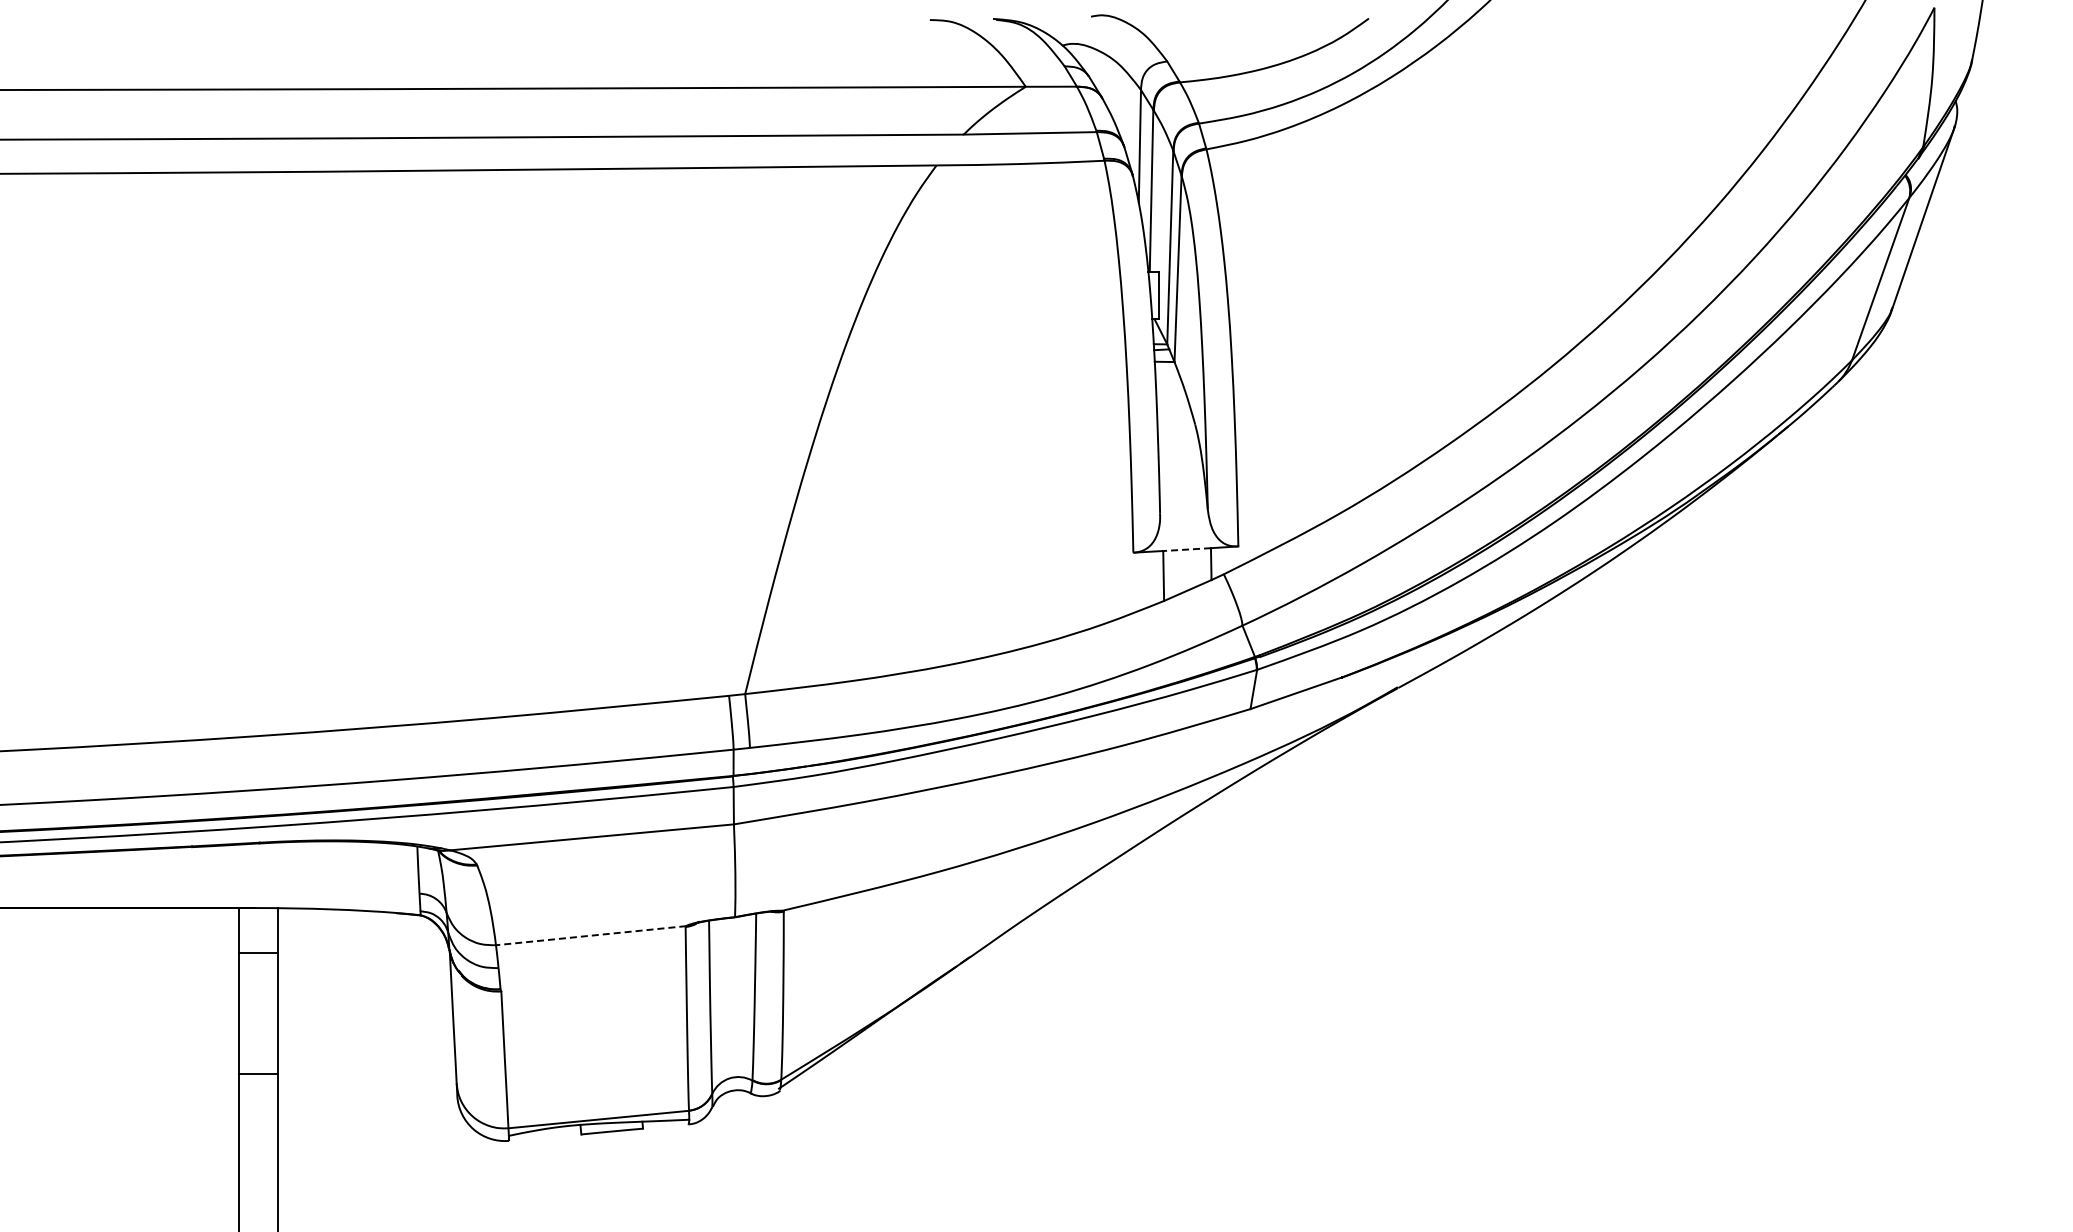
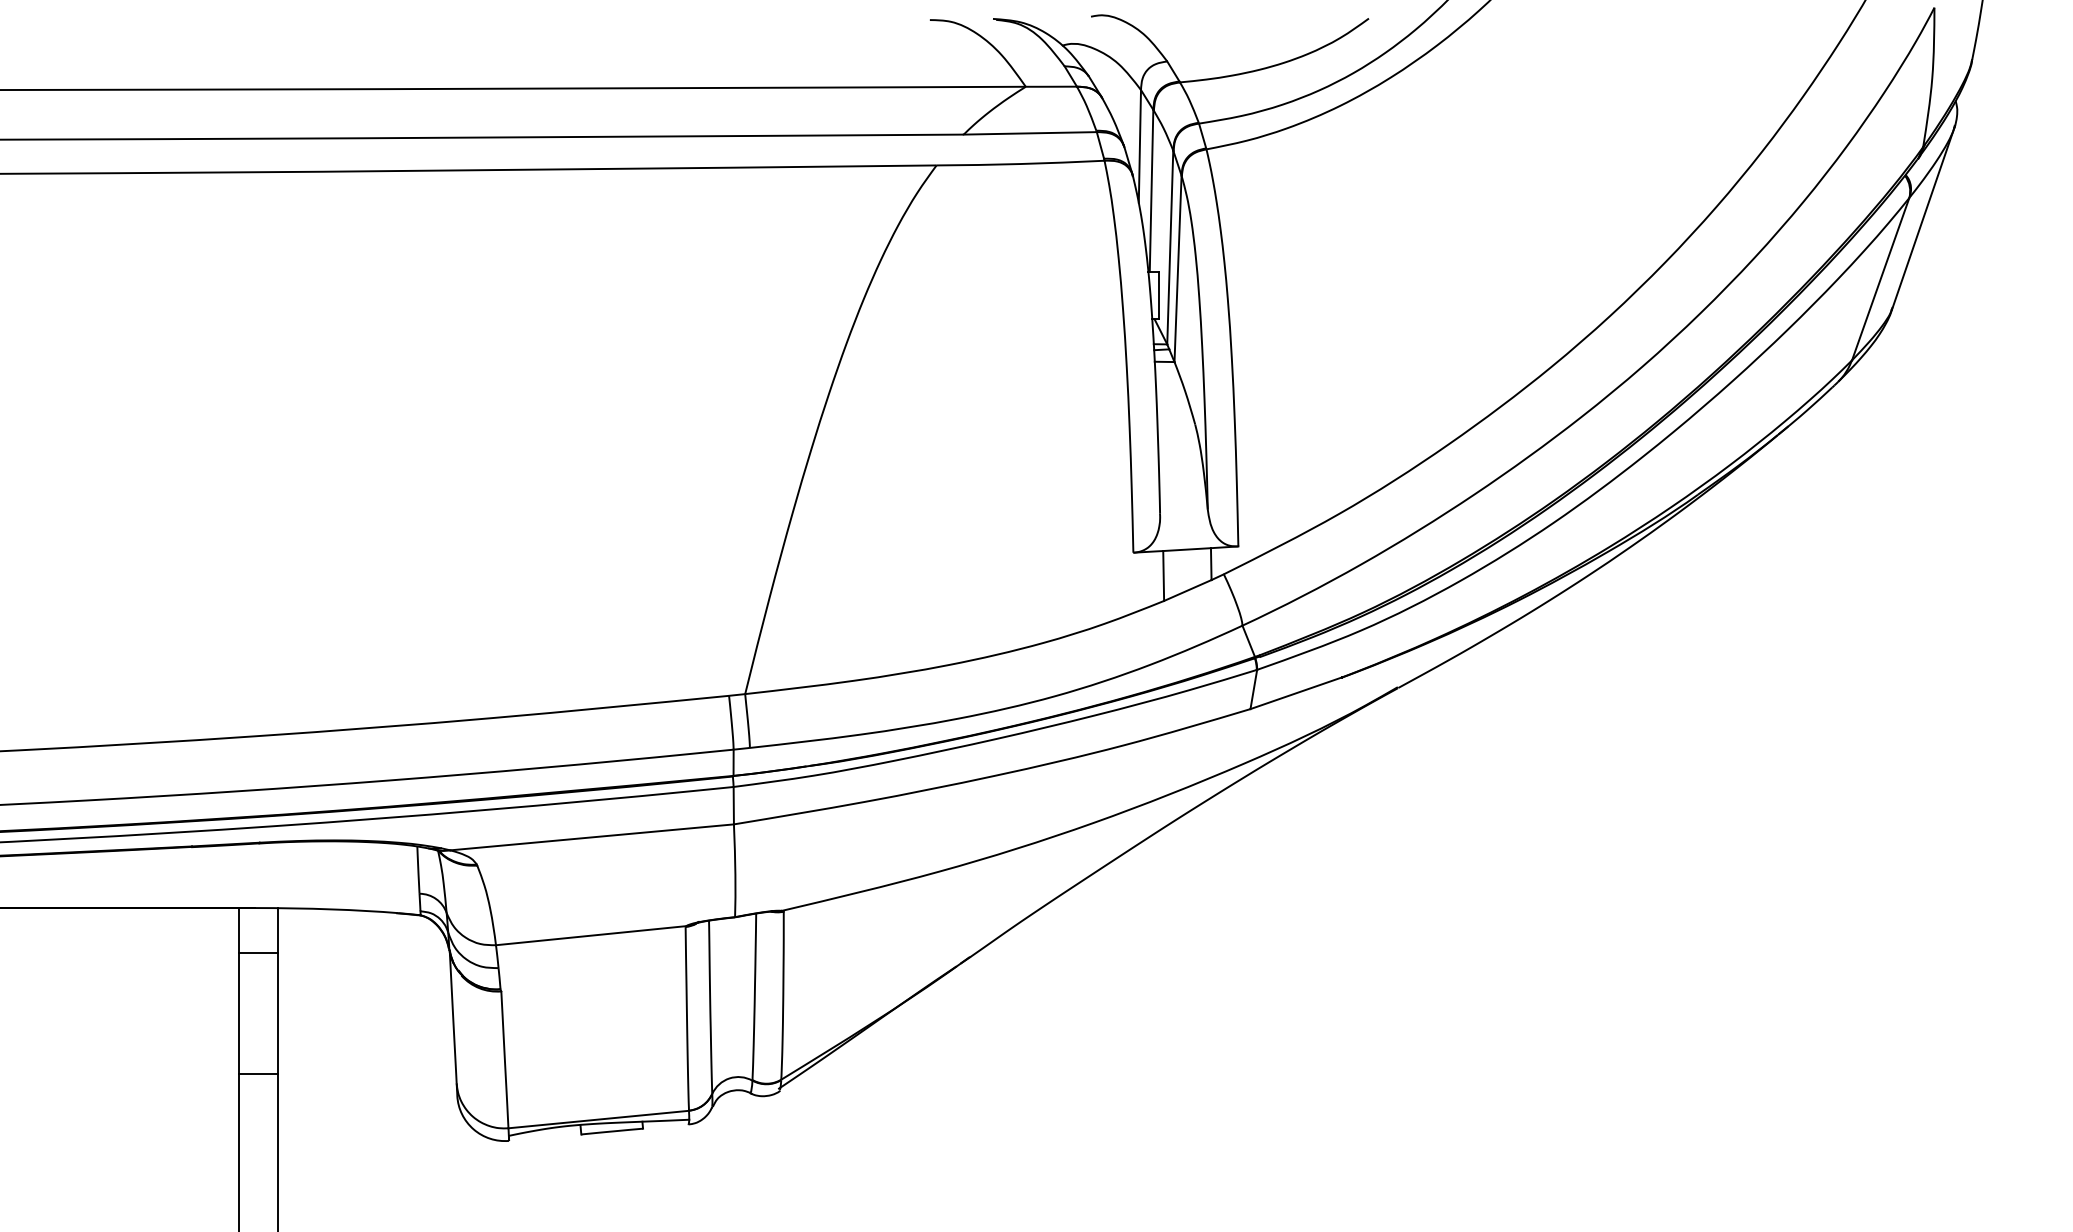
line at (1187, 549): dashed -> solid
line at (591, 935): dashed -> solid
